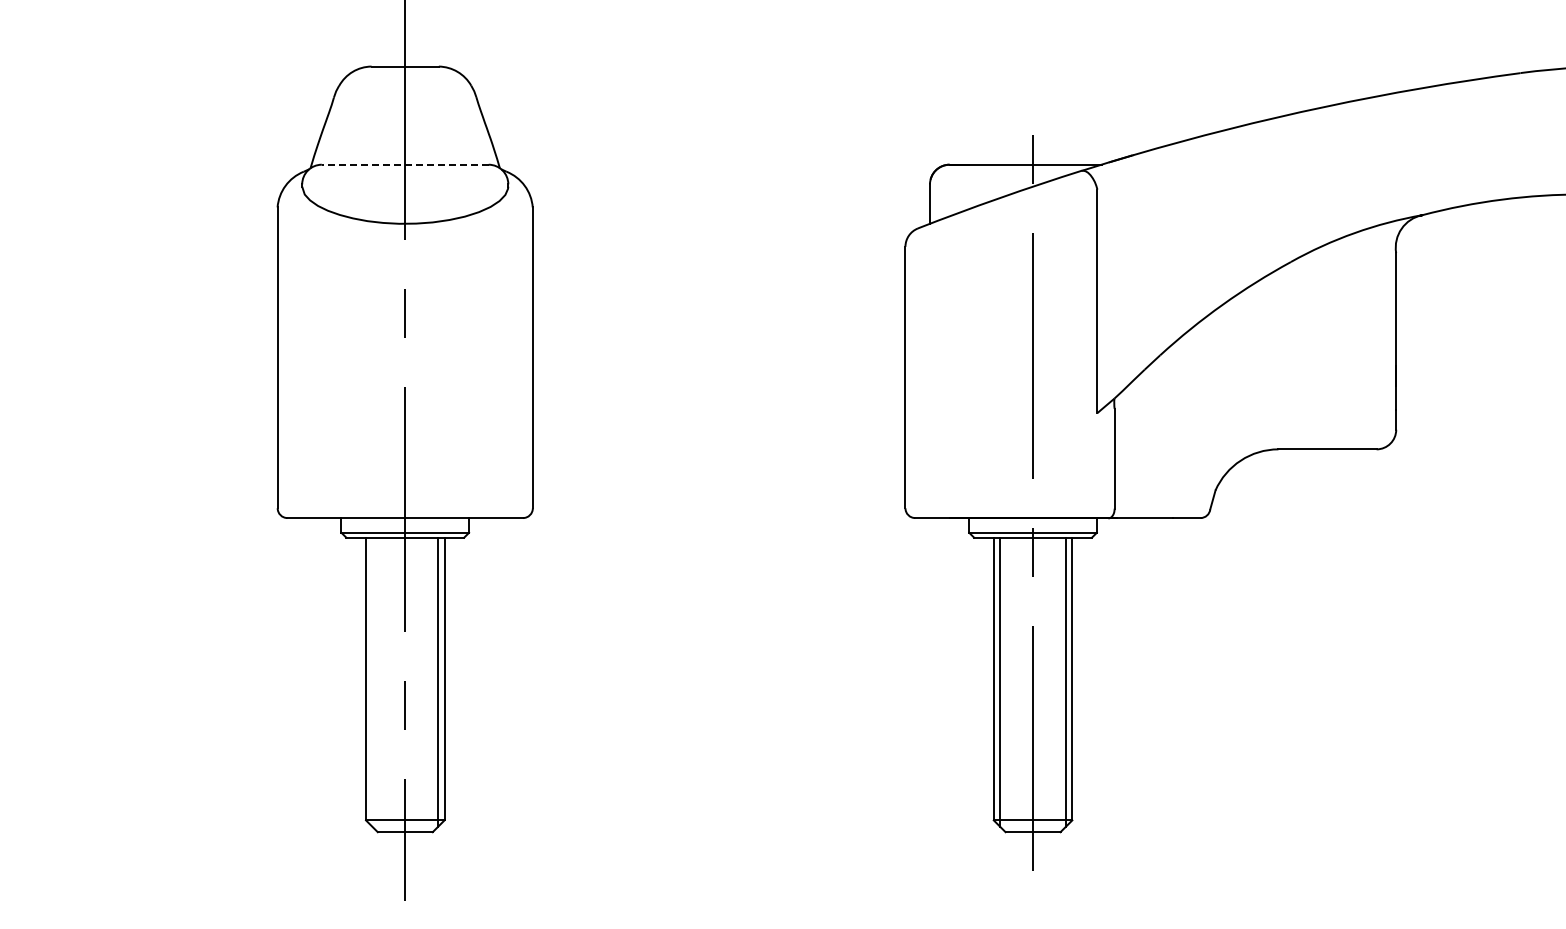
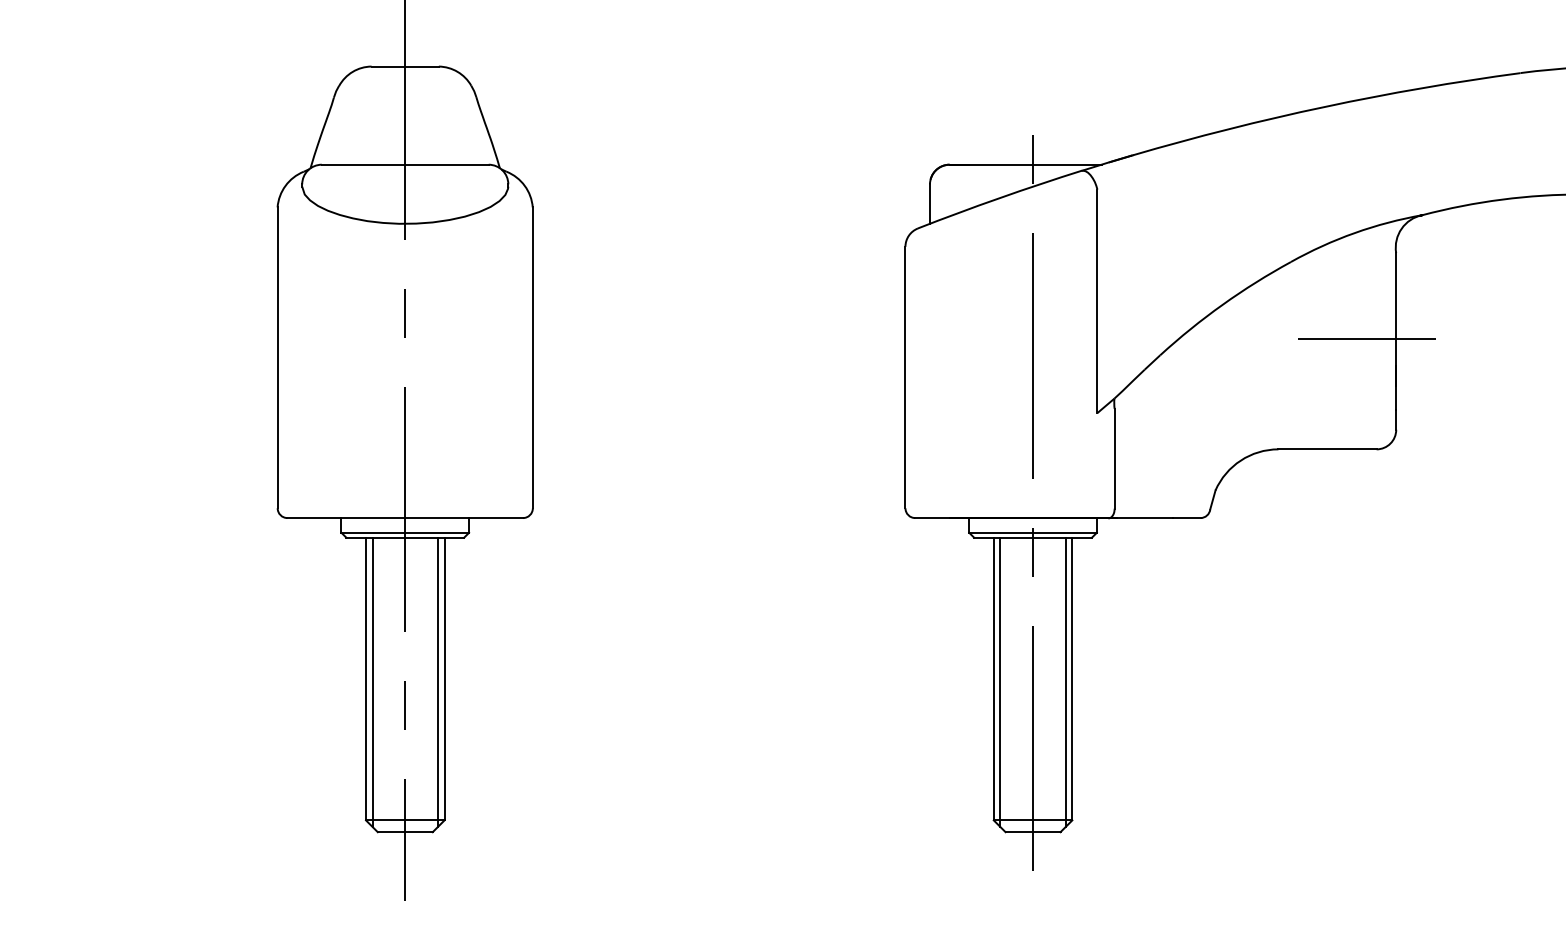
line at (404, 164): dashed -> solid
line at (1366, 338): none -> present
line at (372, 682): none -> present
